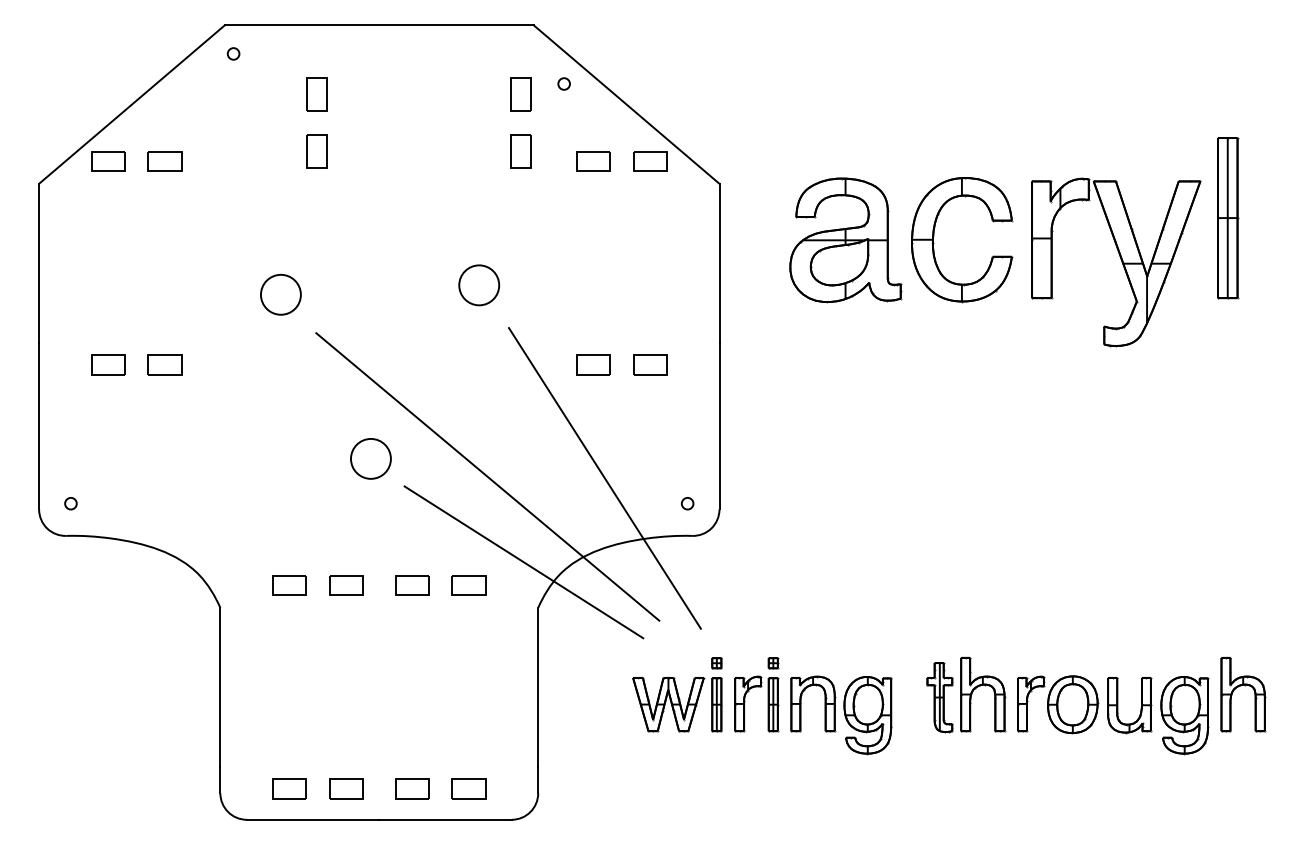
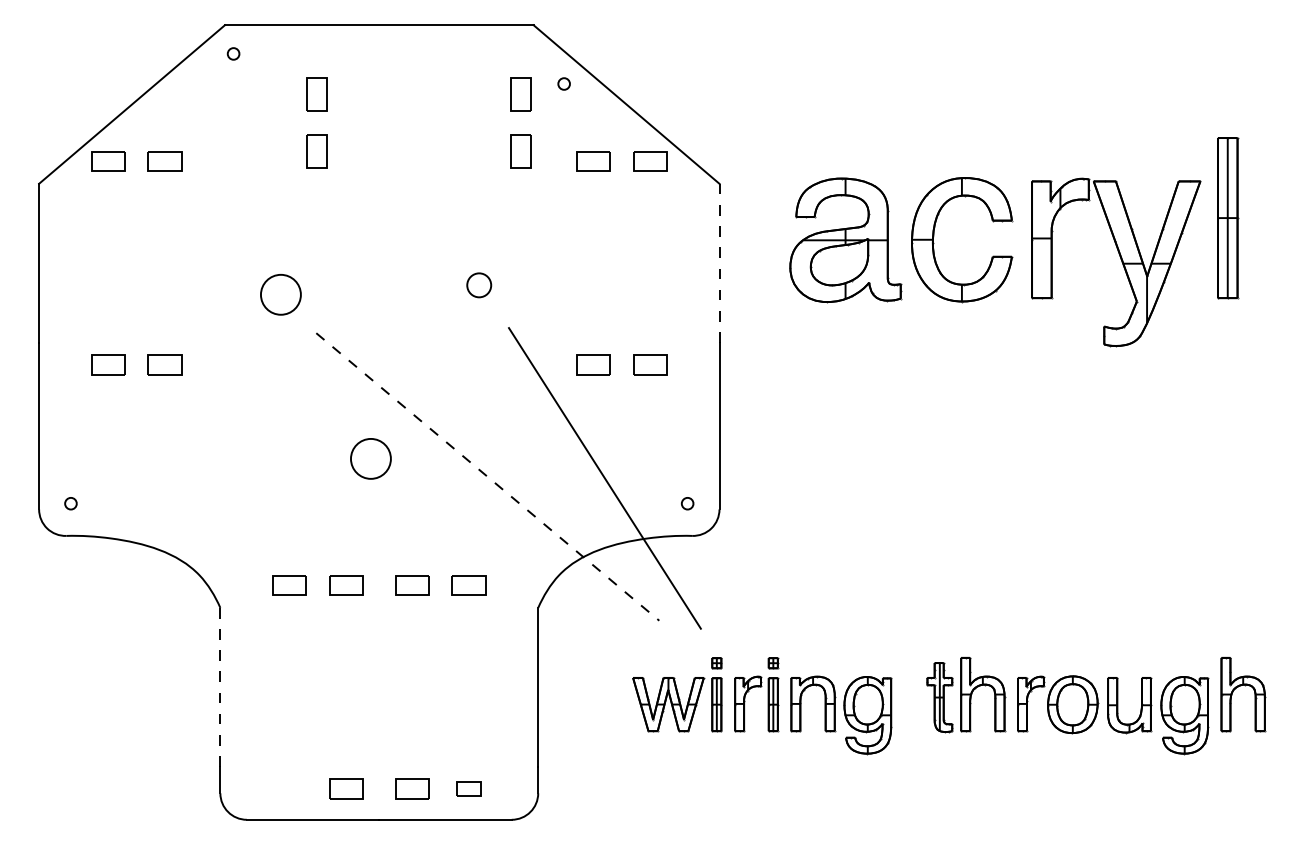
line at (719, 262): solid -> dashed
circle at (479, 285) diameter: 40 px -> 24 px
line at (487, 476): solid -> dashed
line at (523, 562): present -> none
line at (220, 687): solid -> dashed
part at (289, 788): present -> none
part at (468, 788) size: 36x22 px -> 26x16 px
